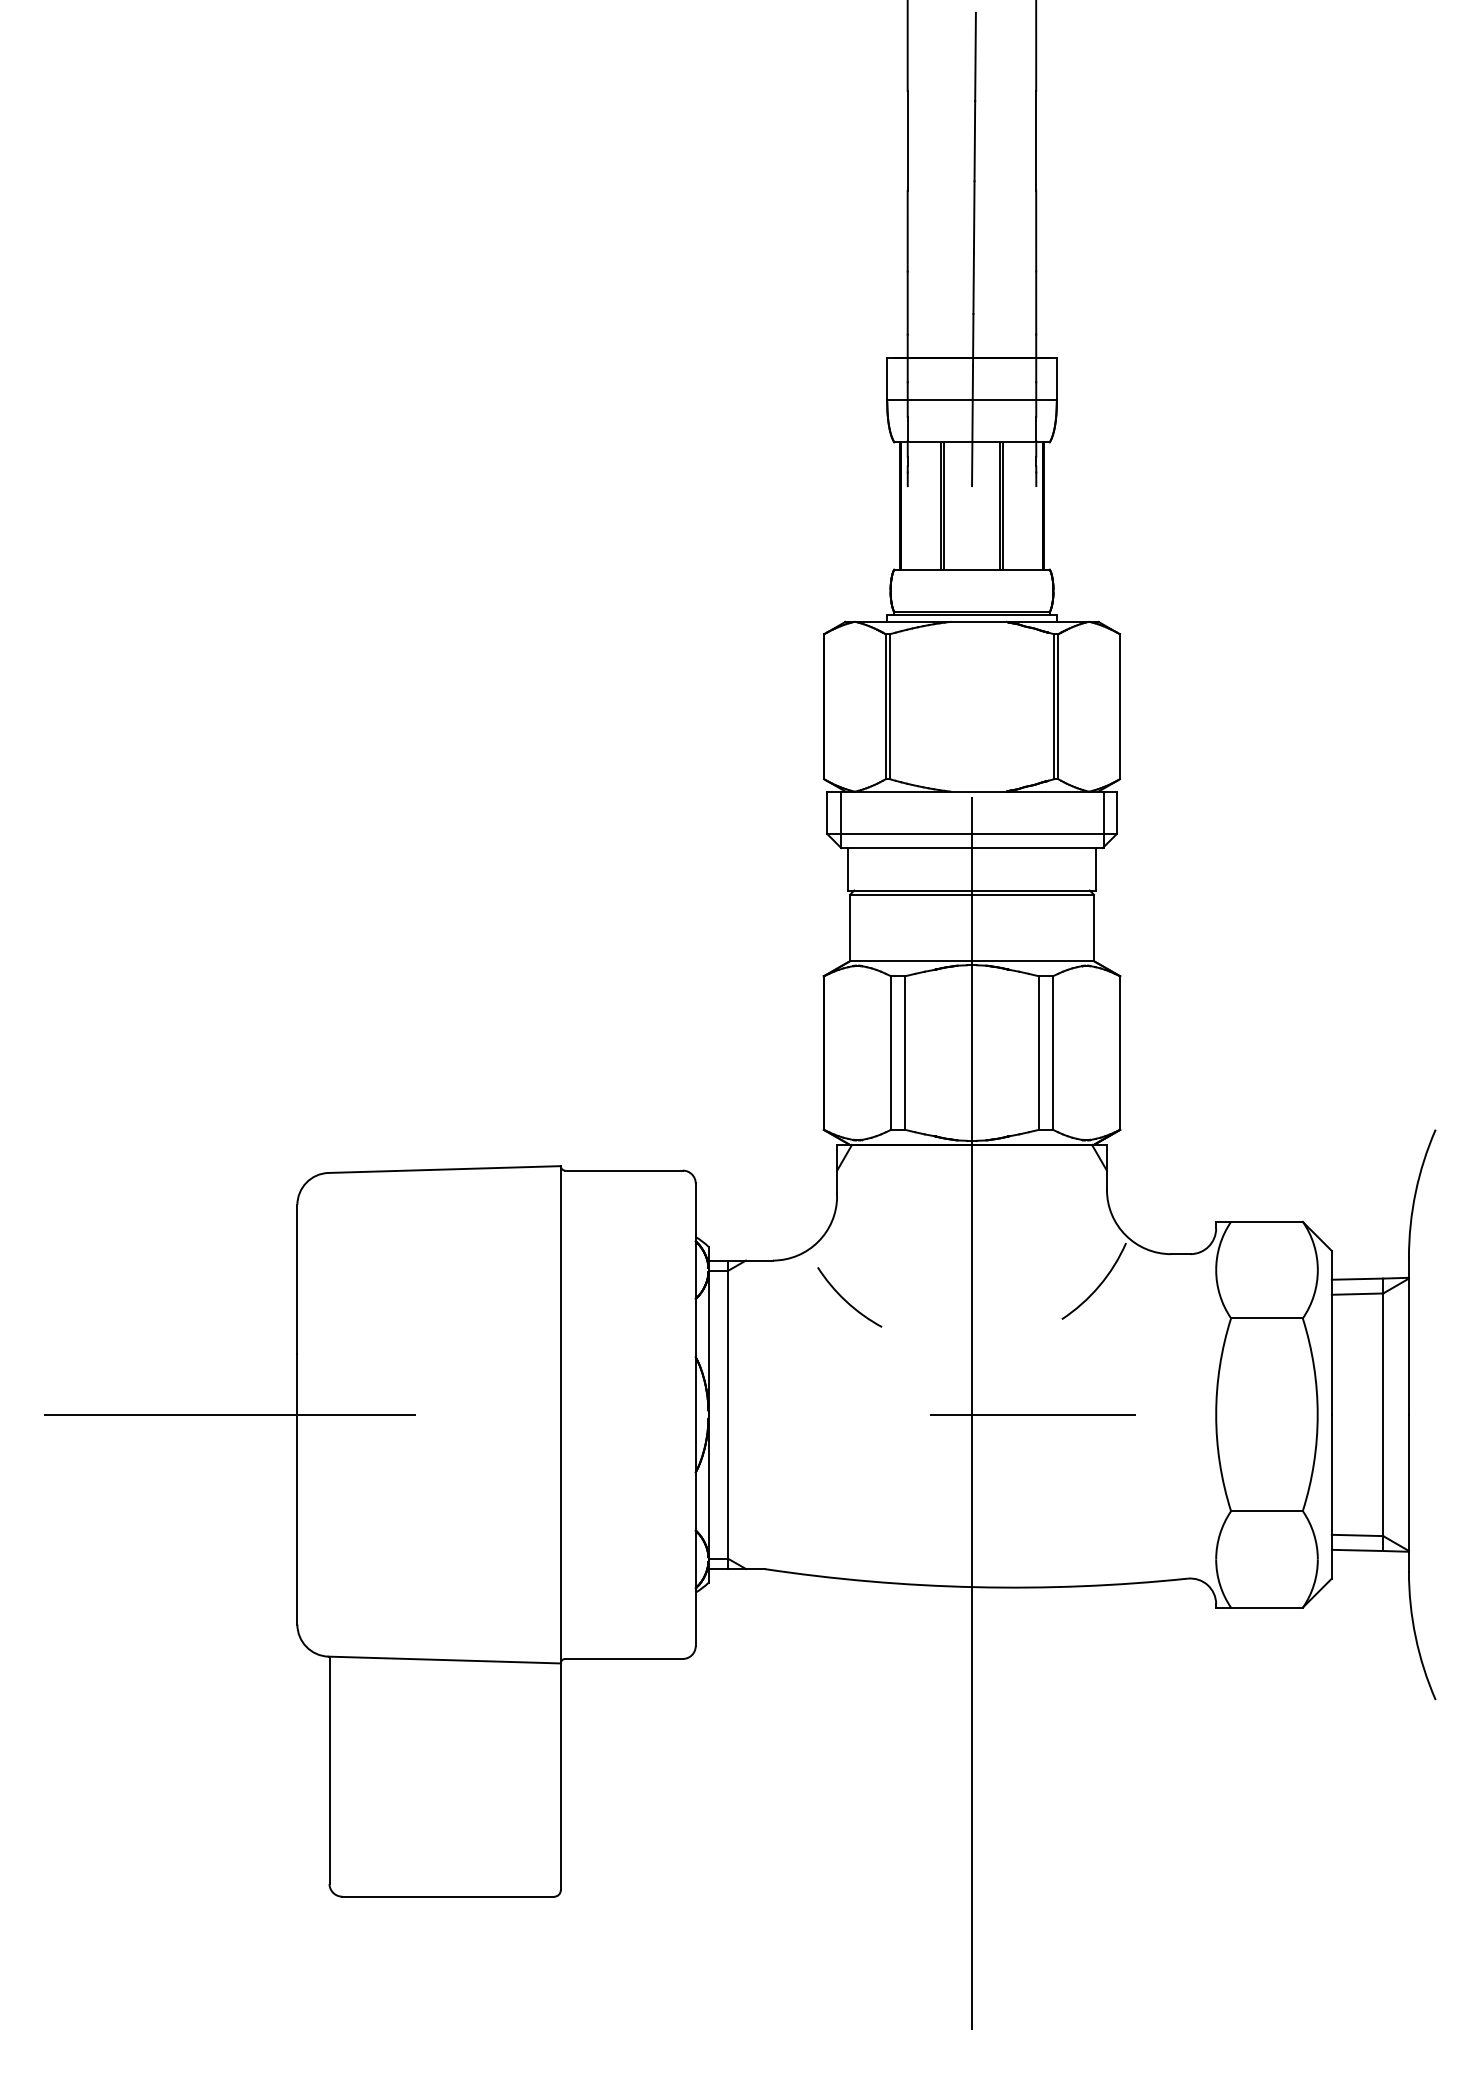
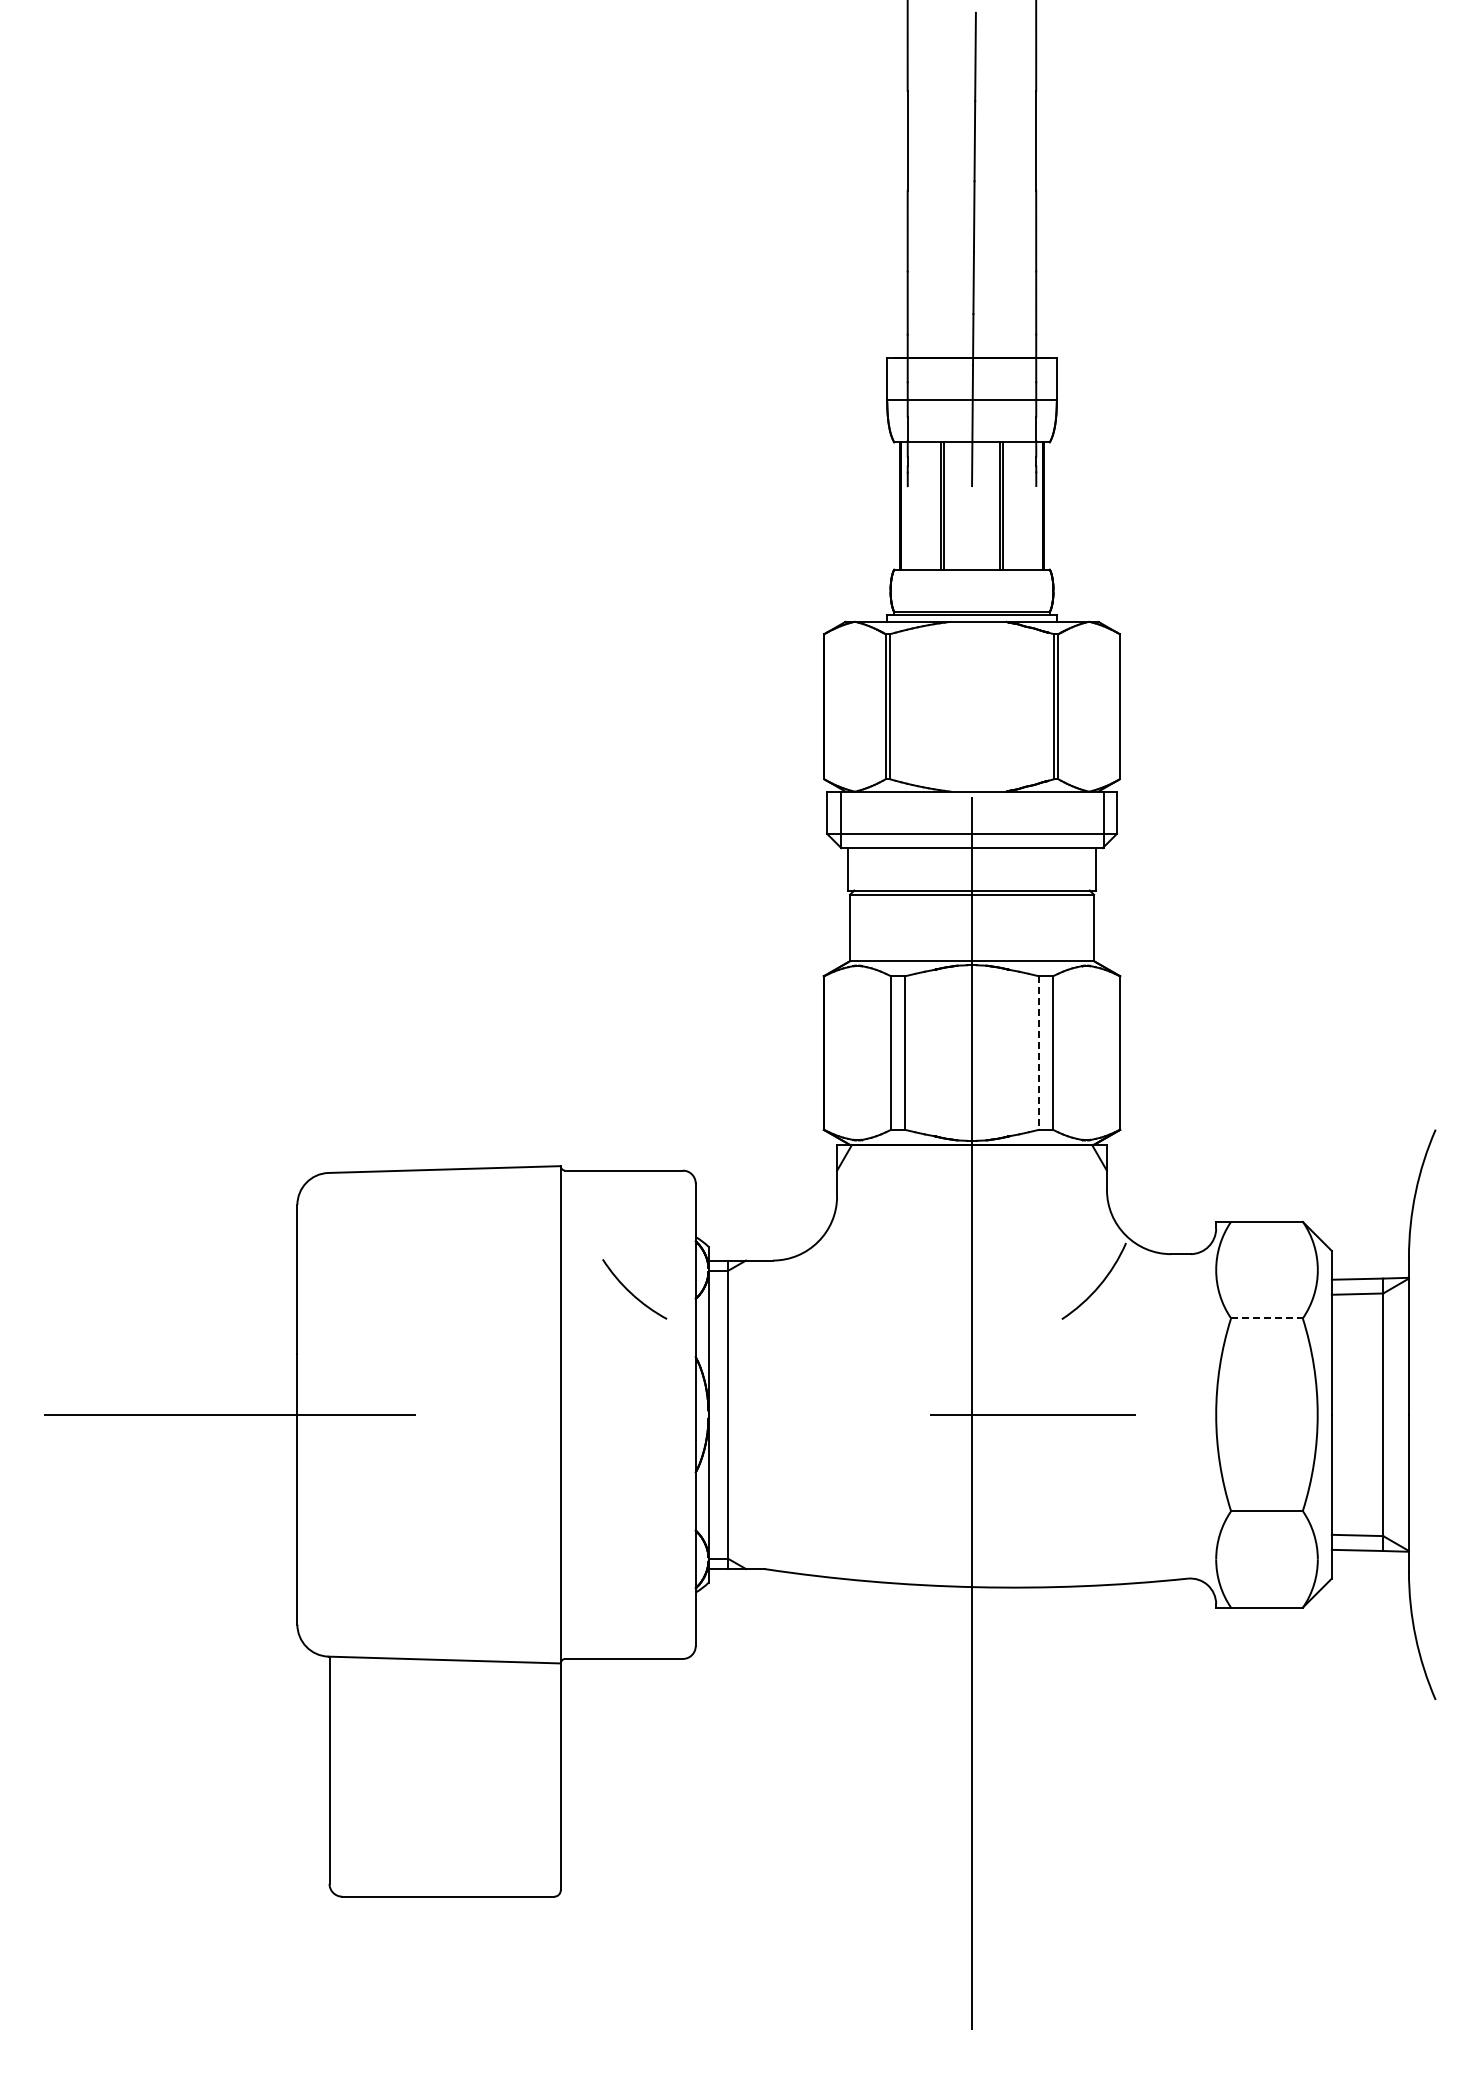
line at (1038, 1053): solid -> dashed
arc at (846, 1300) position: (846, 1300) -> (631, 1292)
line at (1266, 1318): solid -> dashed
